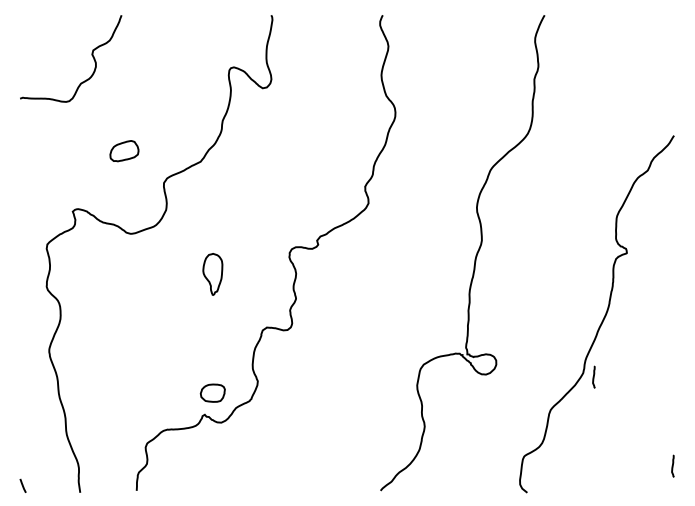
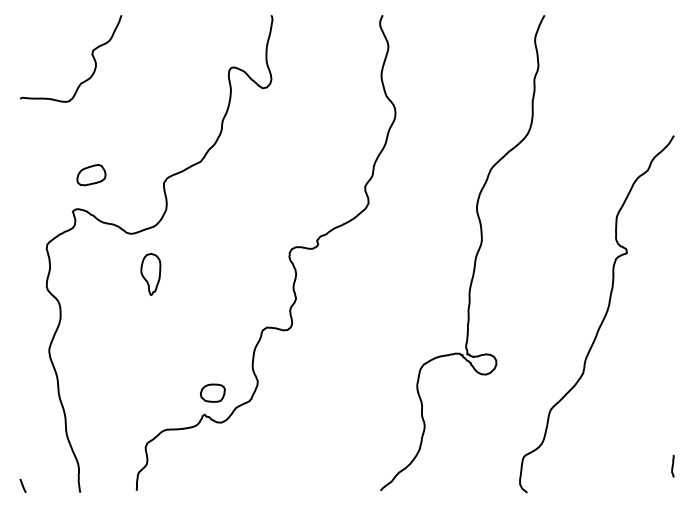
part at (124, 151) position: (124, 151) -> (91, 175)
part at (212, 274) position: (212, 274) -> (150, 274)
line at (593, 376): present -> none
